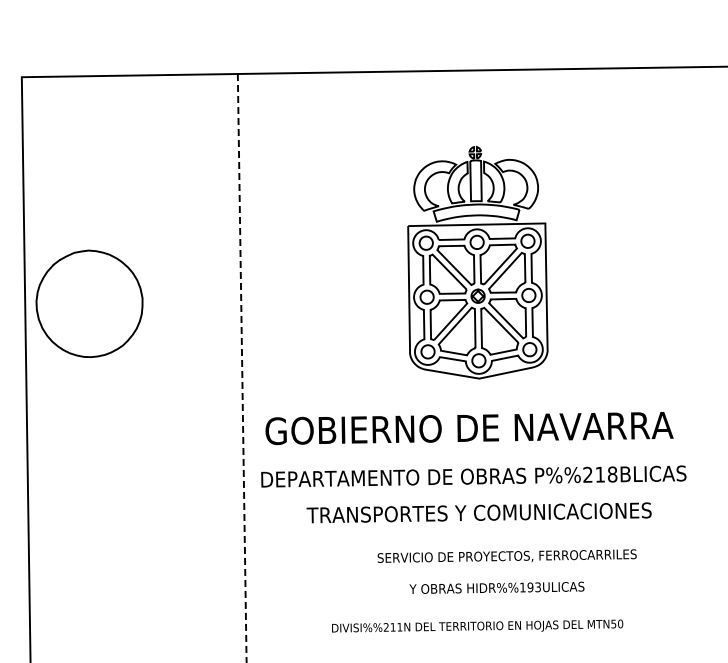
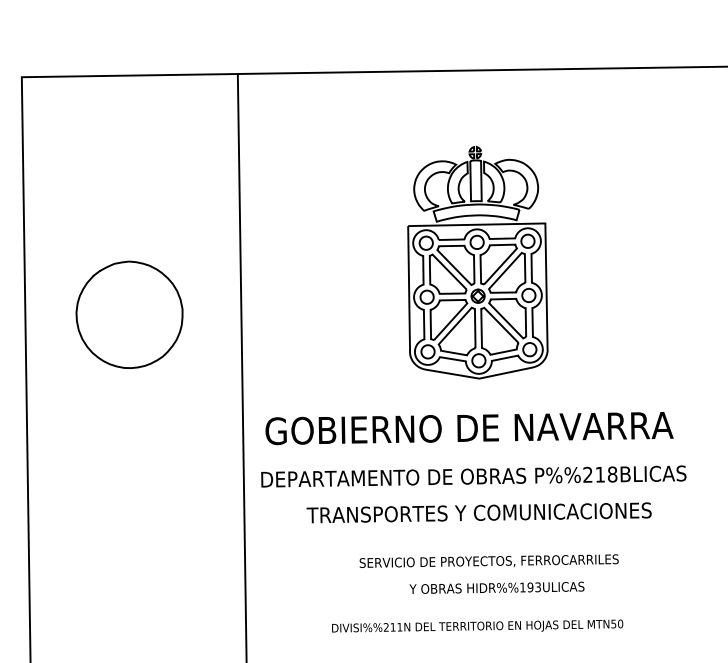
part at (89, 303) position: (89, 303) -> (129, 314)
line at (242, 368): dashed -> solid
text at (506, 555) position: (506, 555) -> (488, 560)
